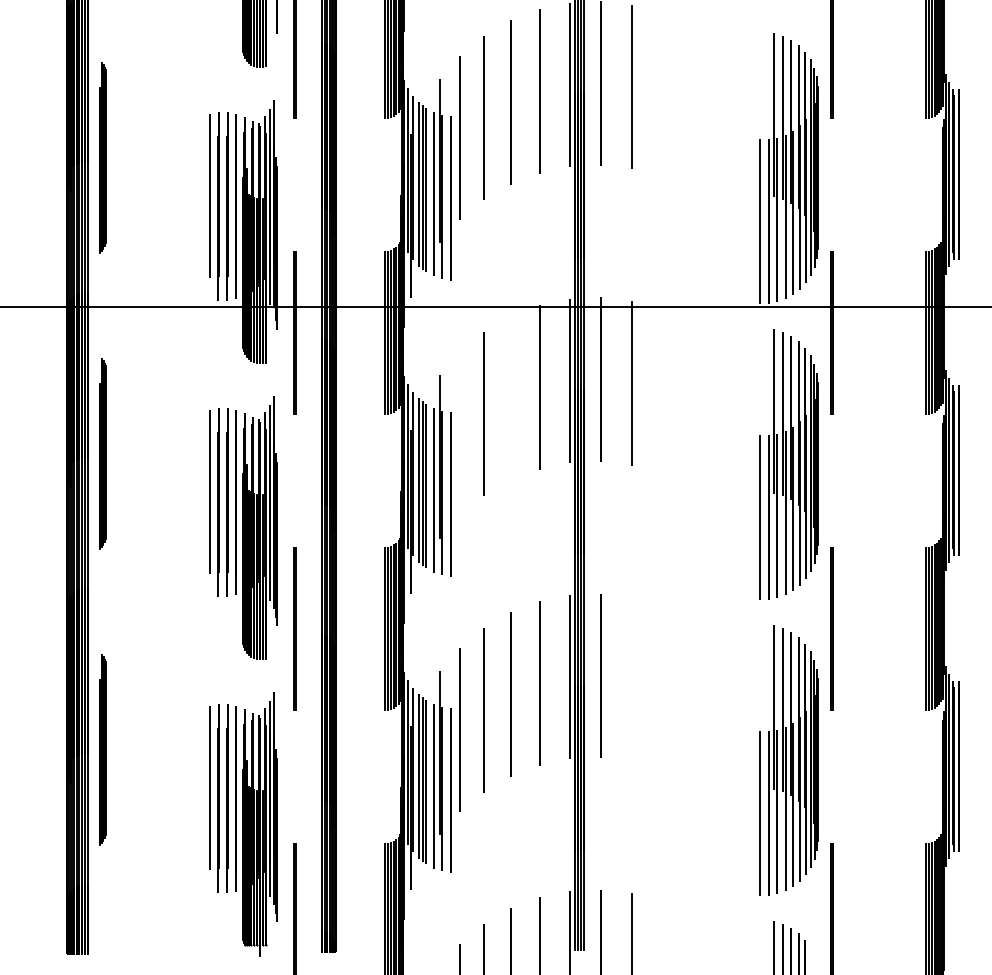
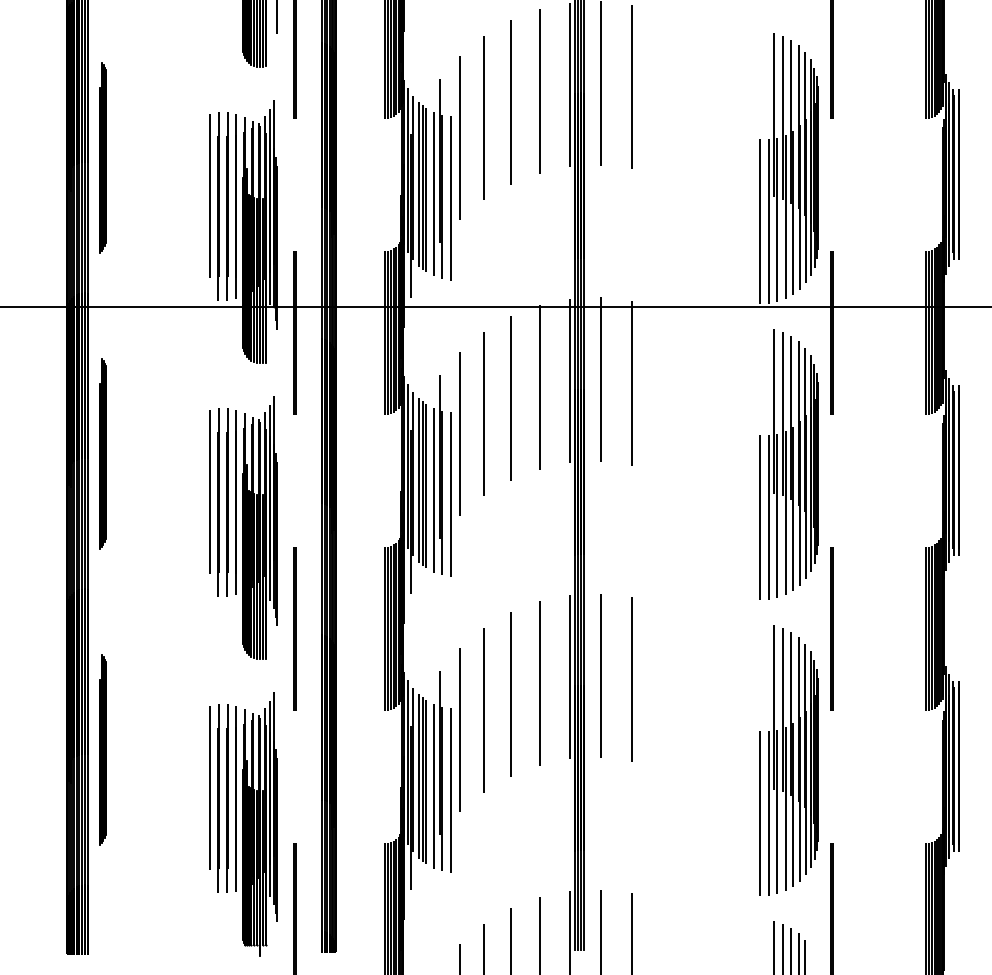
line at (511, 398): none -> present
line at (459, 433): none -> present
line at (632, 679): none -> present
